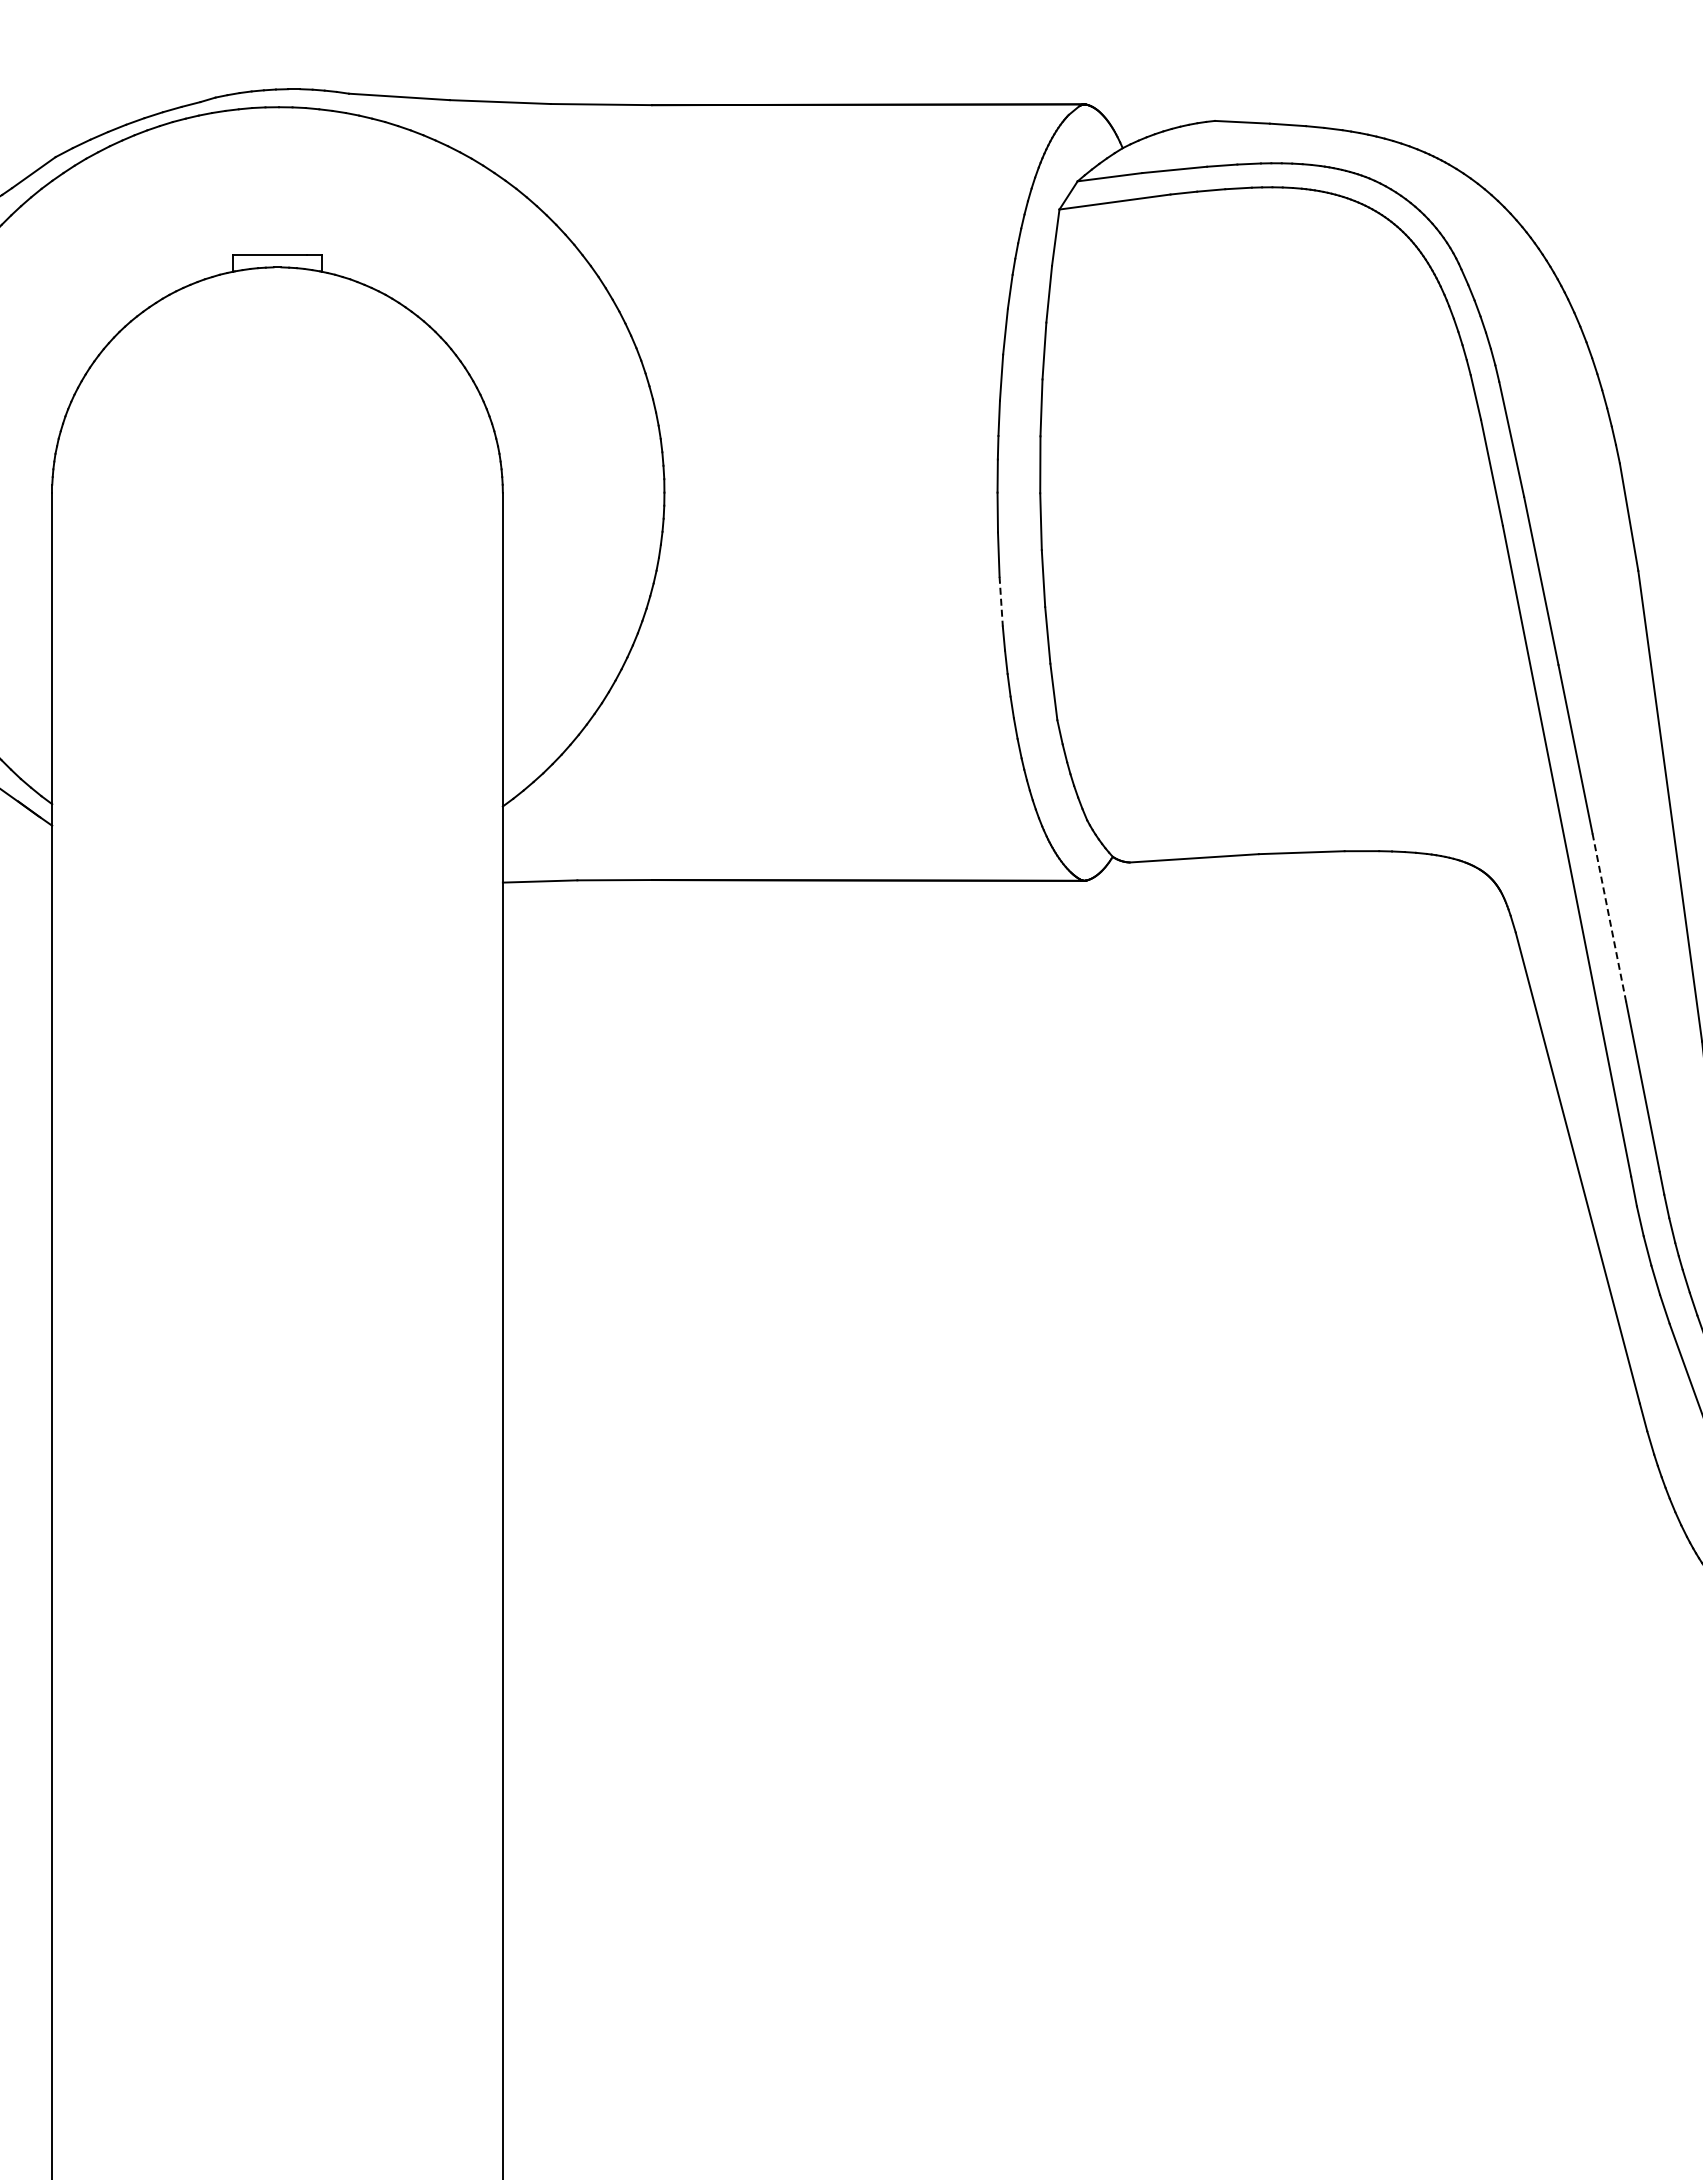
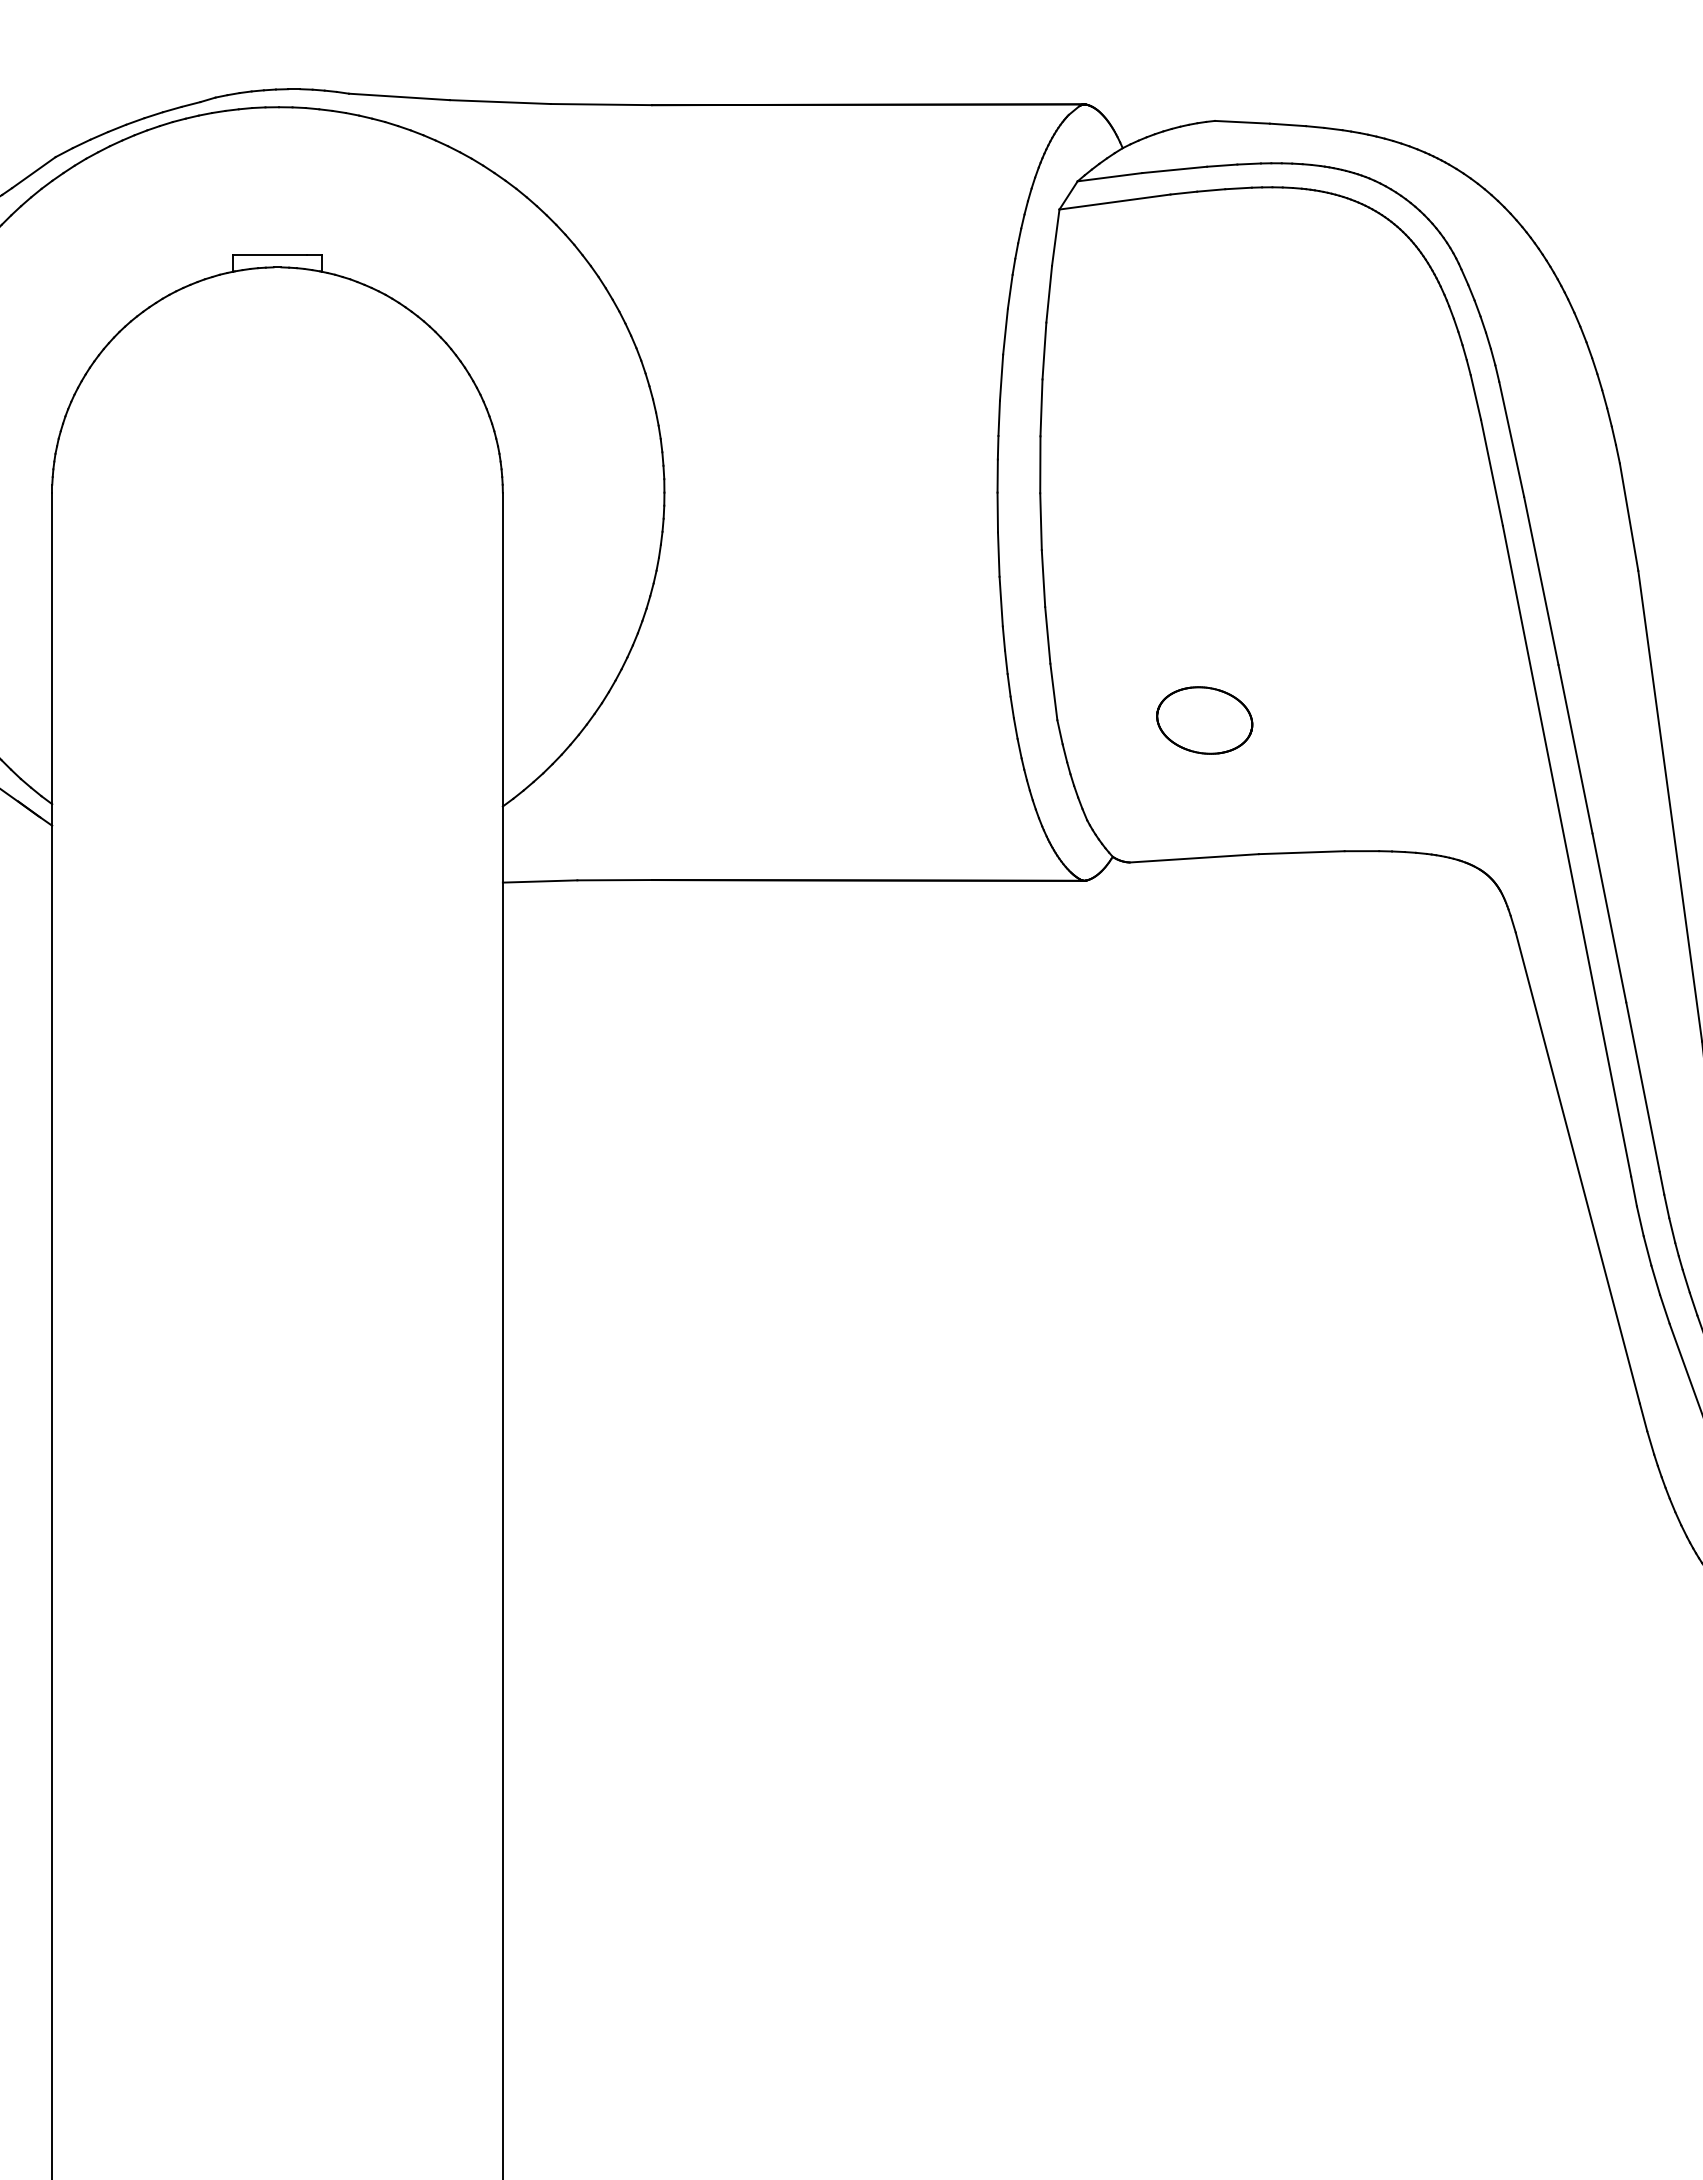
line at (1001, 601): dashed -> solid
part at (1204, 720): none -> present
line at (1609, 918): dashed -> solid
